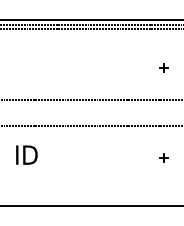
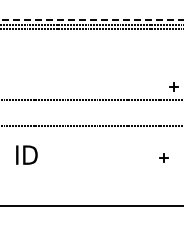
line at (92, 19): solid -> dashed
part at (163, 67) position: (163, 67) -> (173, 86)
